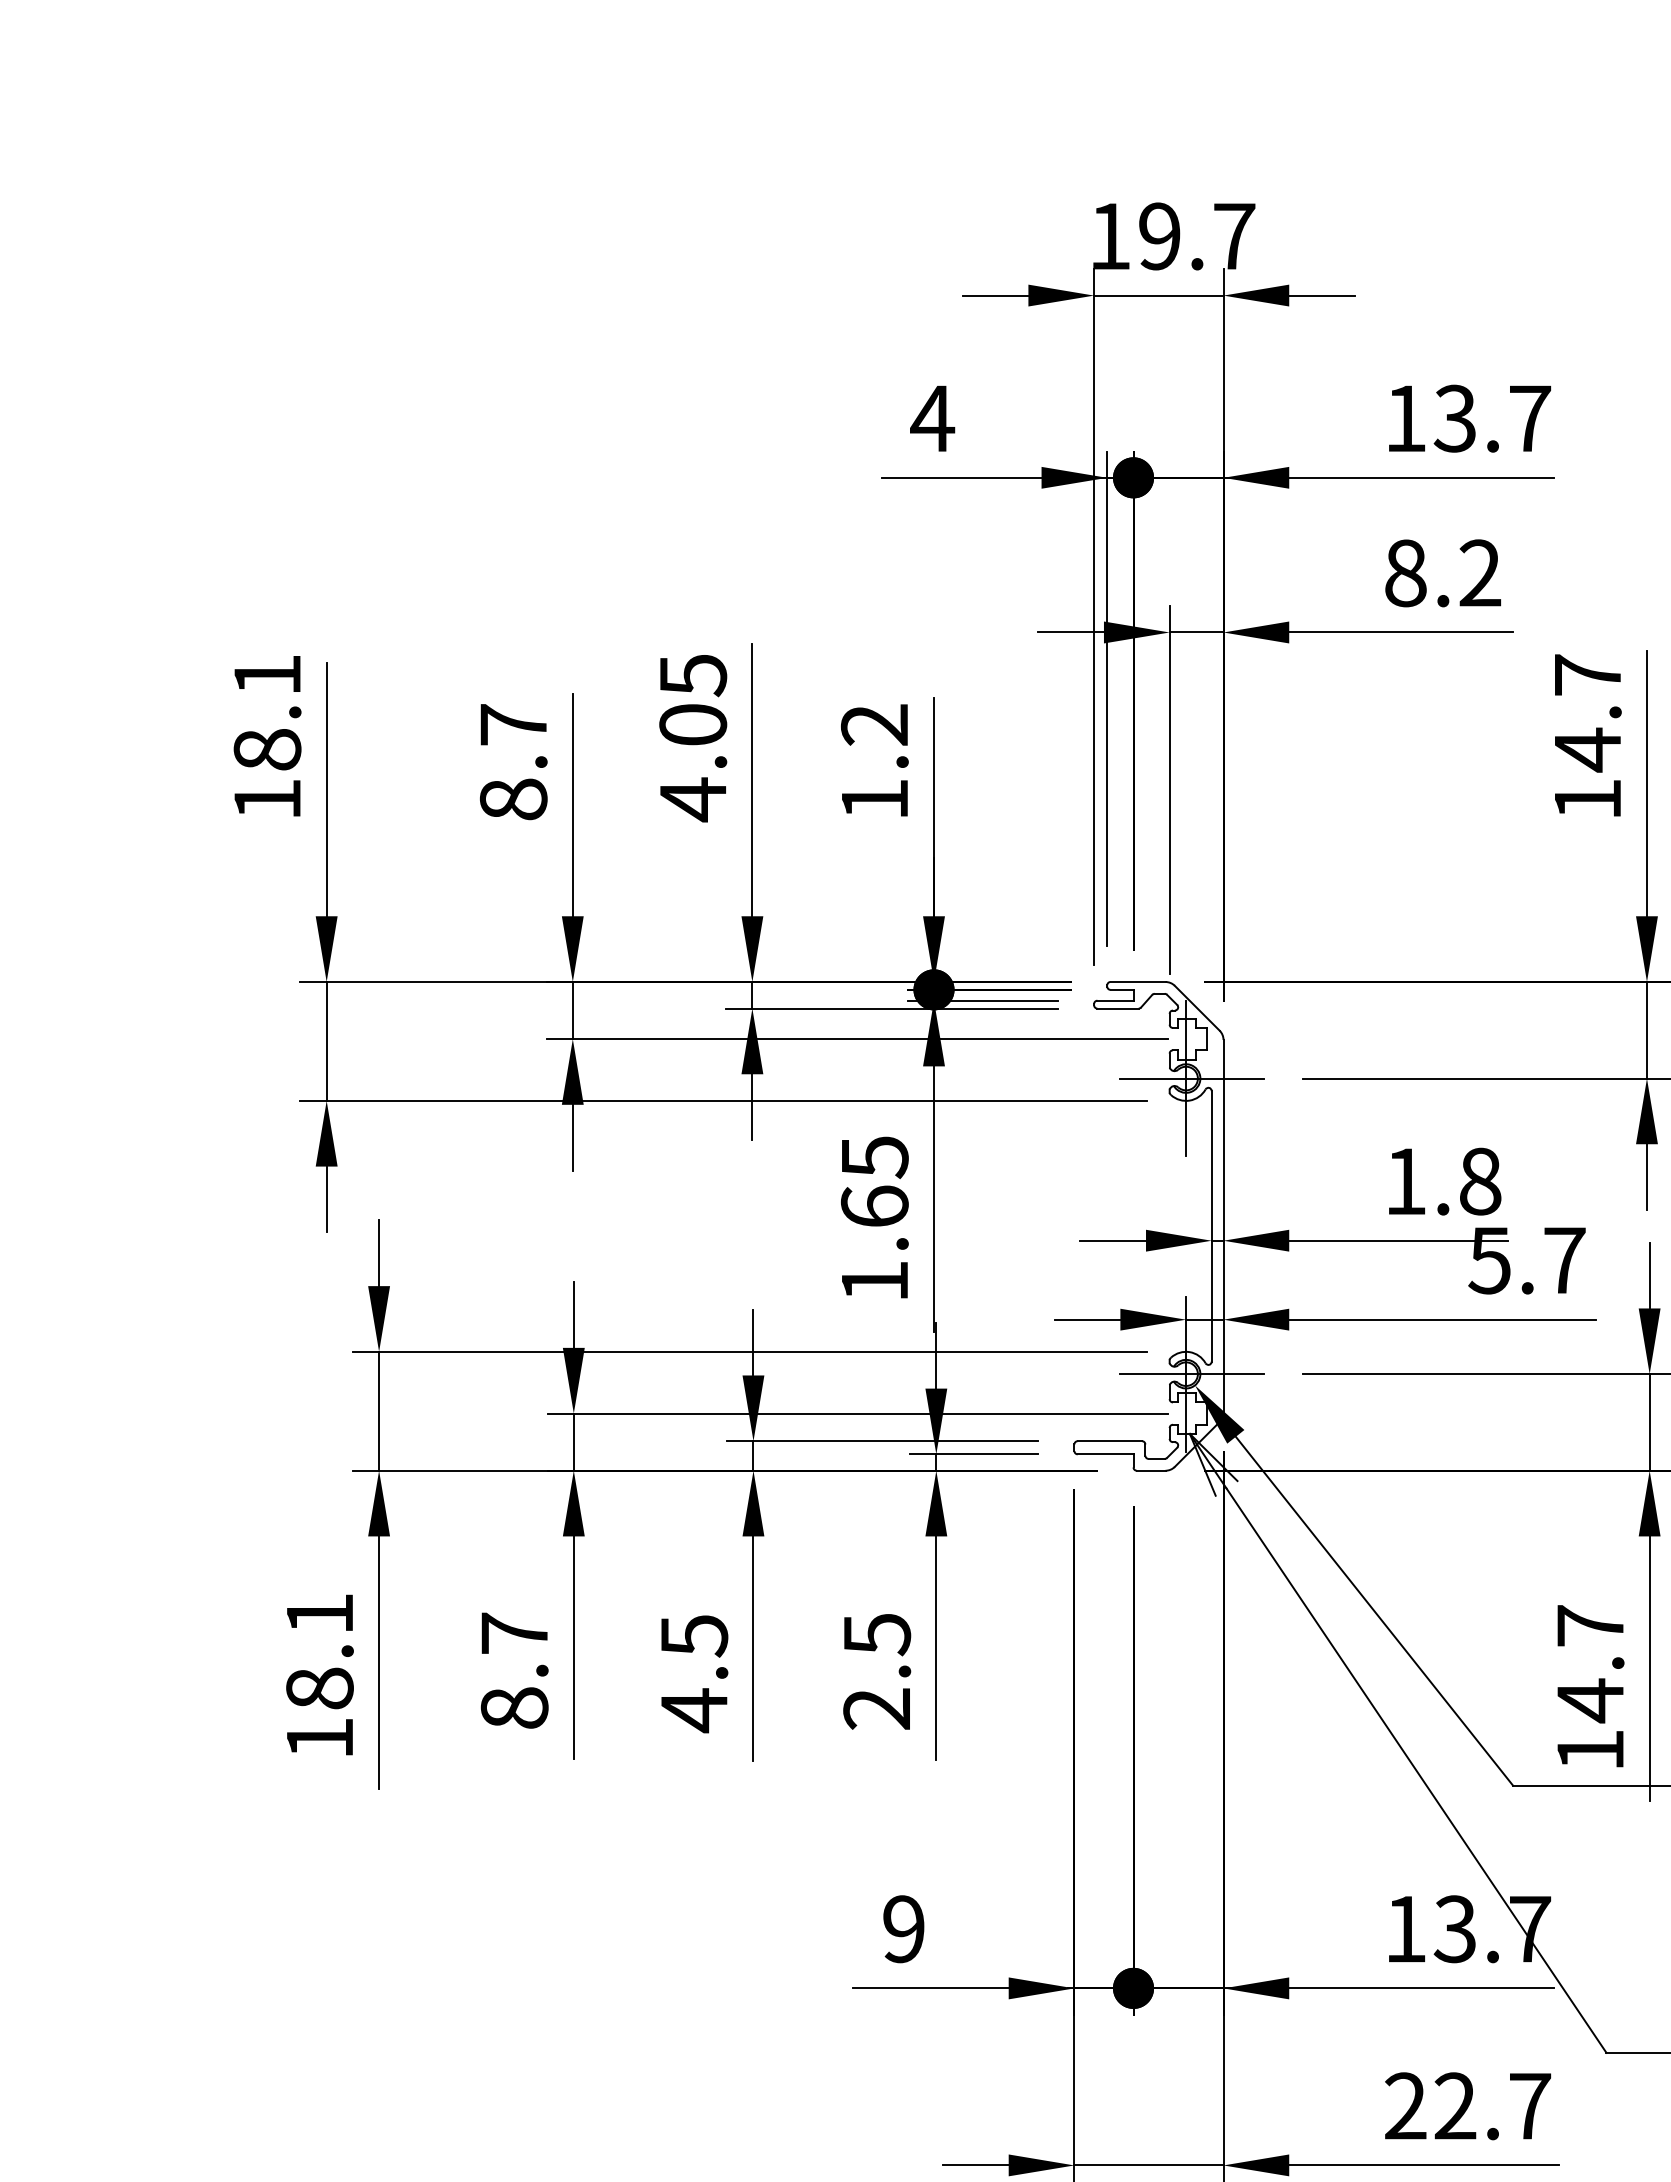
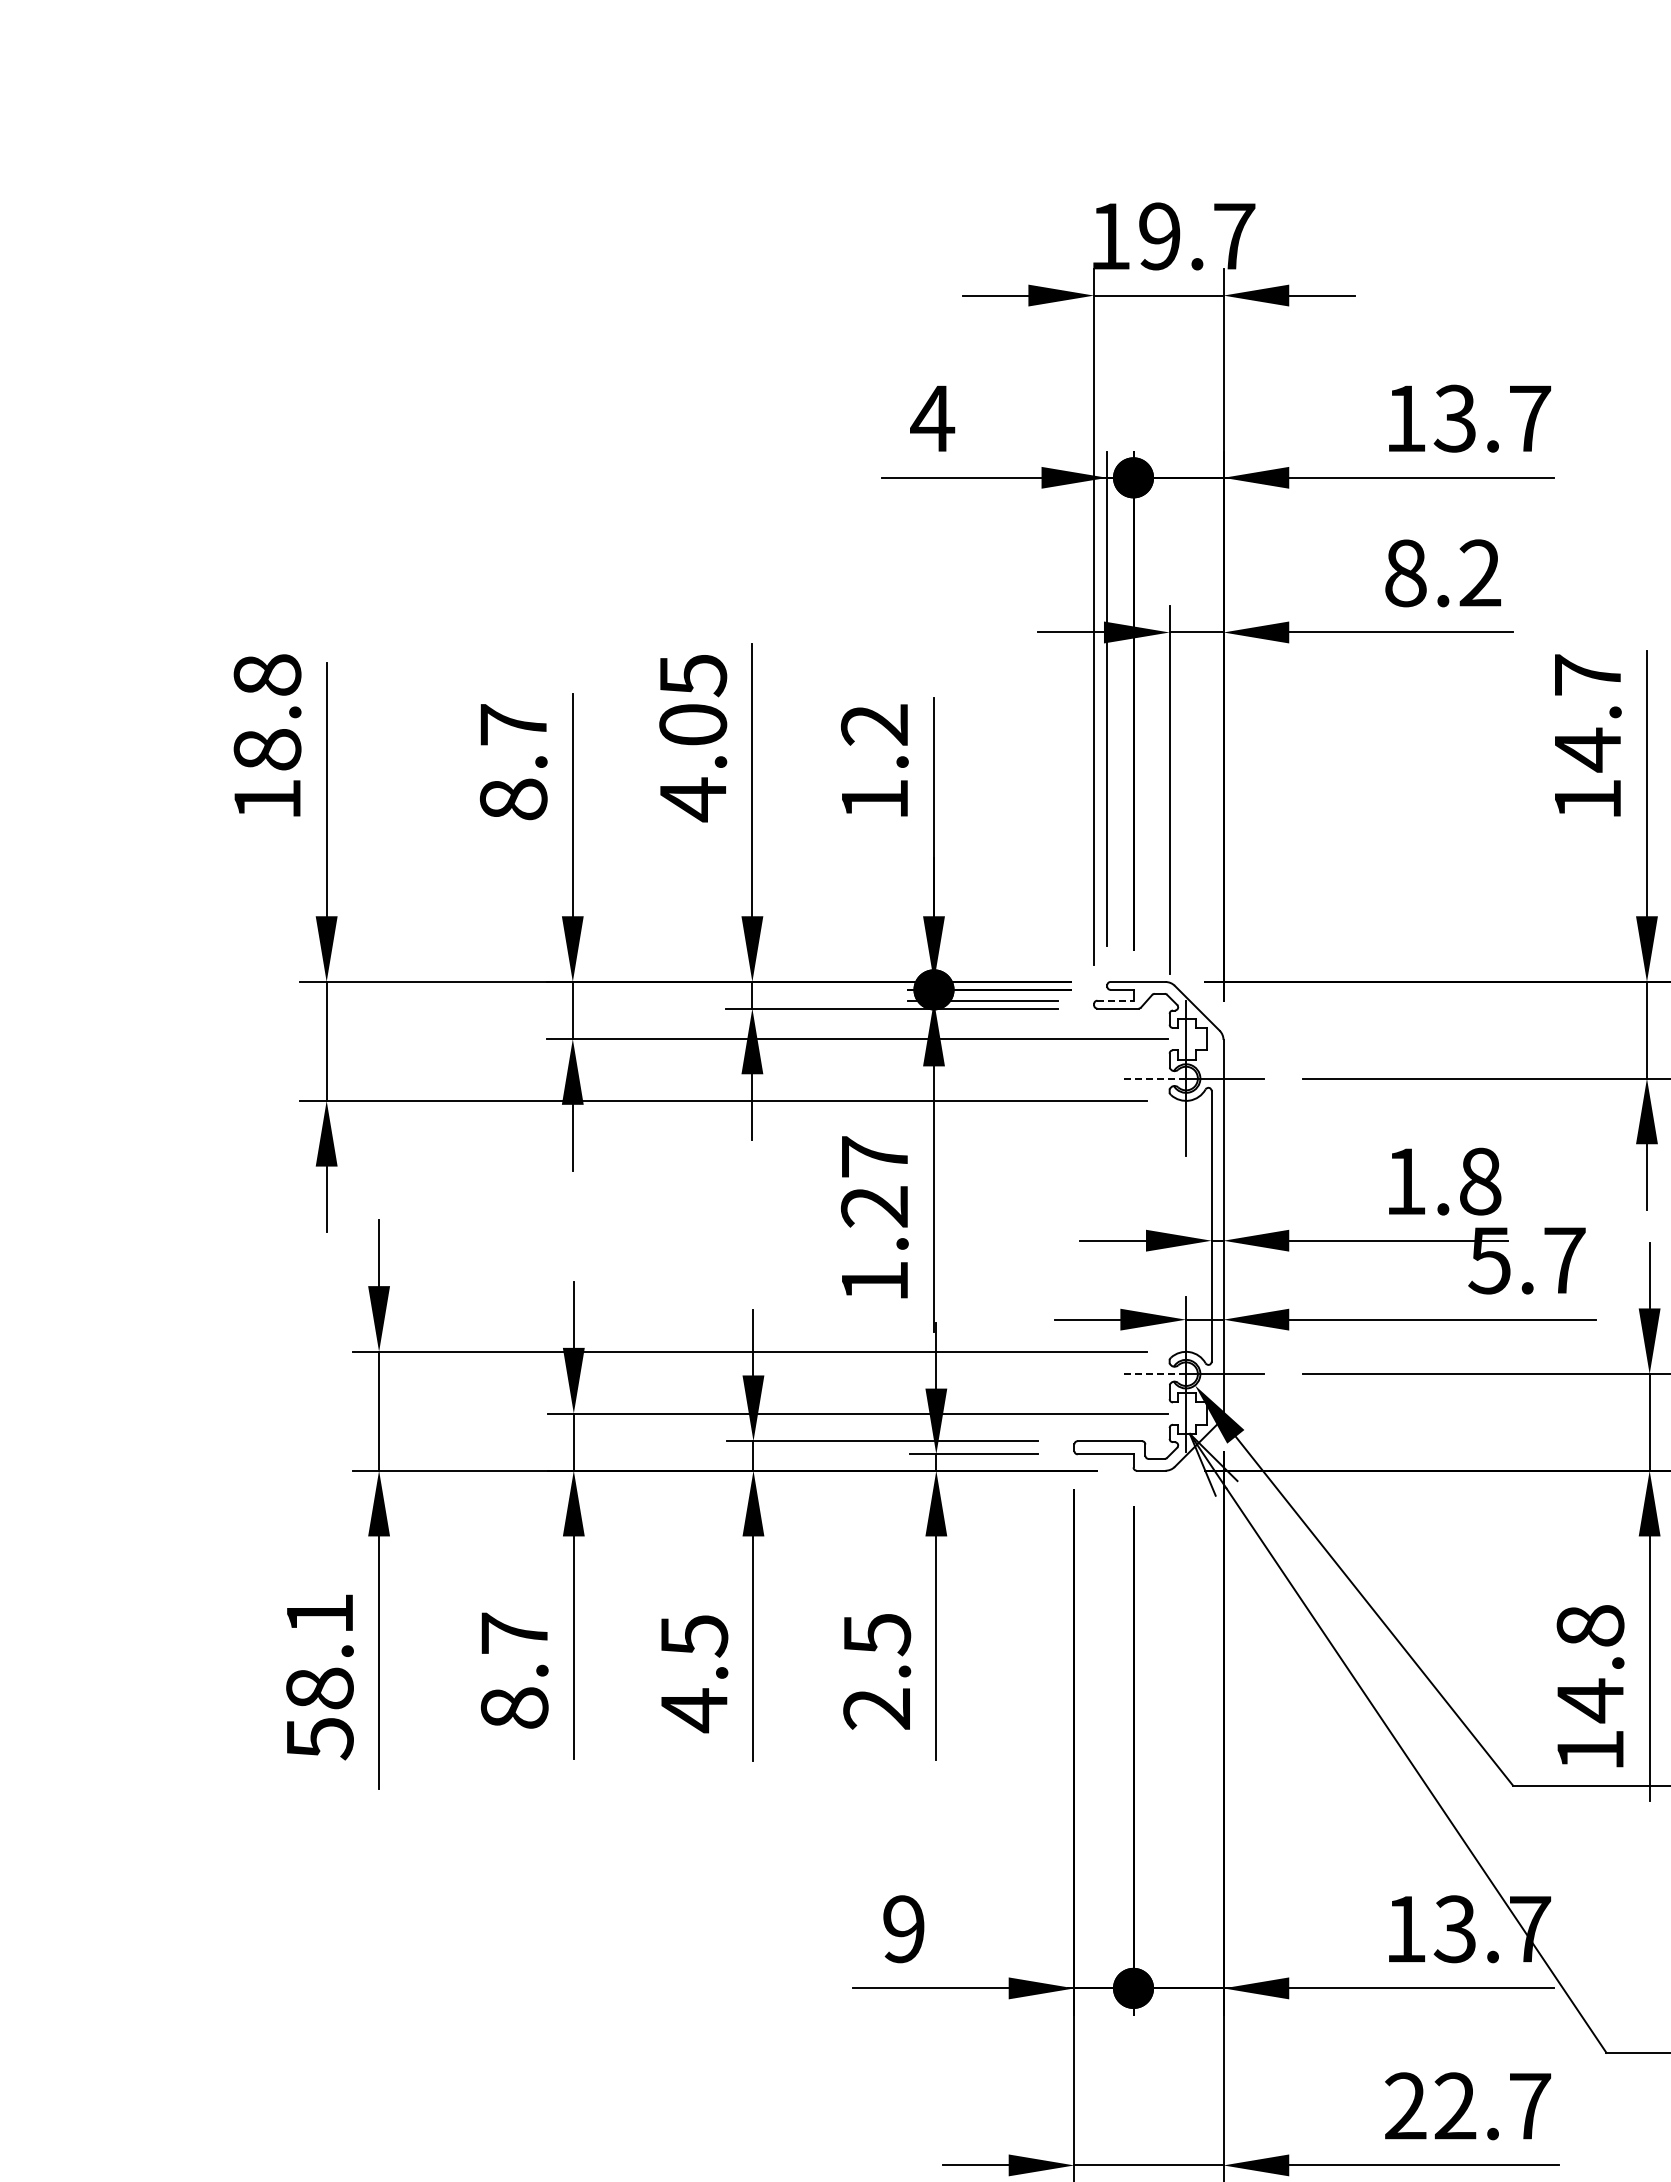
text at (267, 674): 18.1 -> 18.8
line at (1115, 1000): solid -> dashed
line at (1153, 1078): solid -> dashed
text at (874, 1181): 1.65 -> 1.27
line at (1153, 1374): solid -> dashed
text at (1590, 1625): 14.7 -> 14.8
text at (320, 1739): 18.1 -> 58.1
